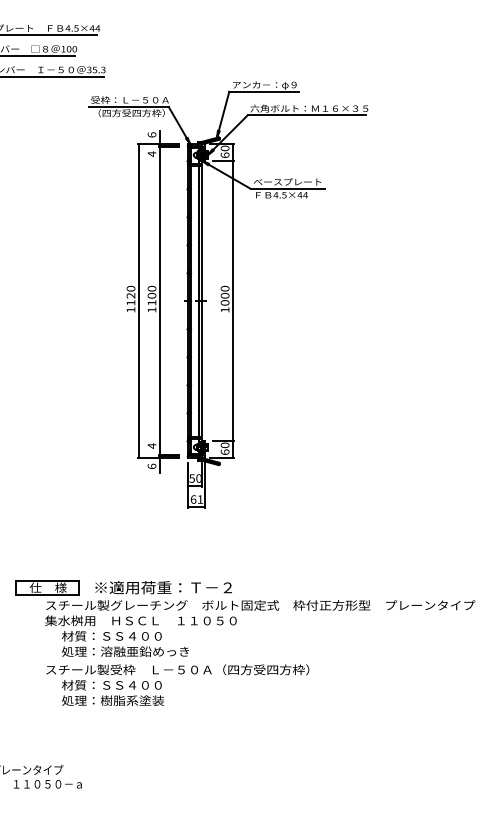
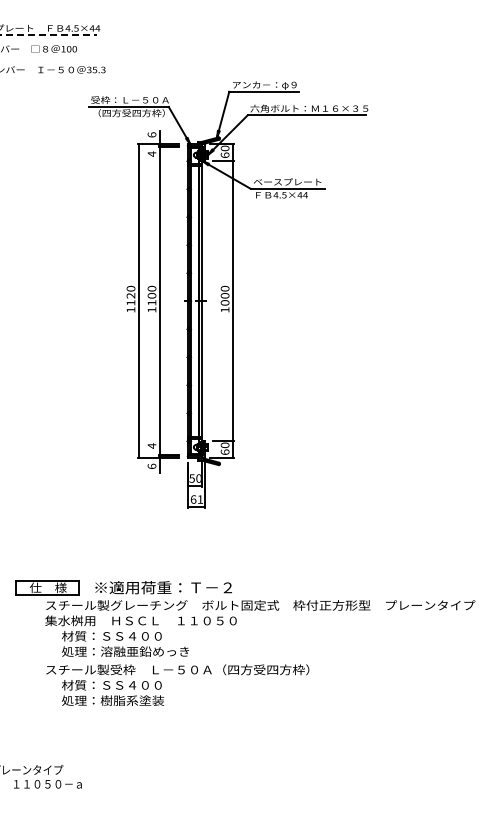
line at (49, 35): solid -> dashed
line at (38, 55): present -> none
line at (53, 76): present -> none
